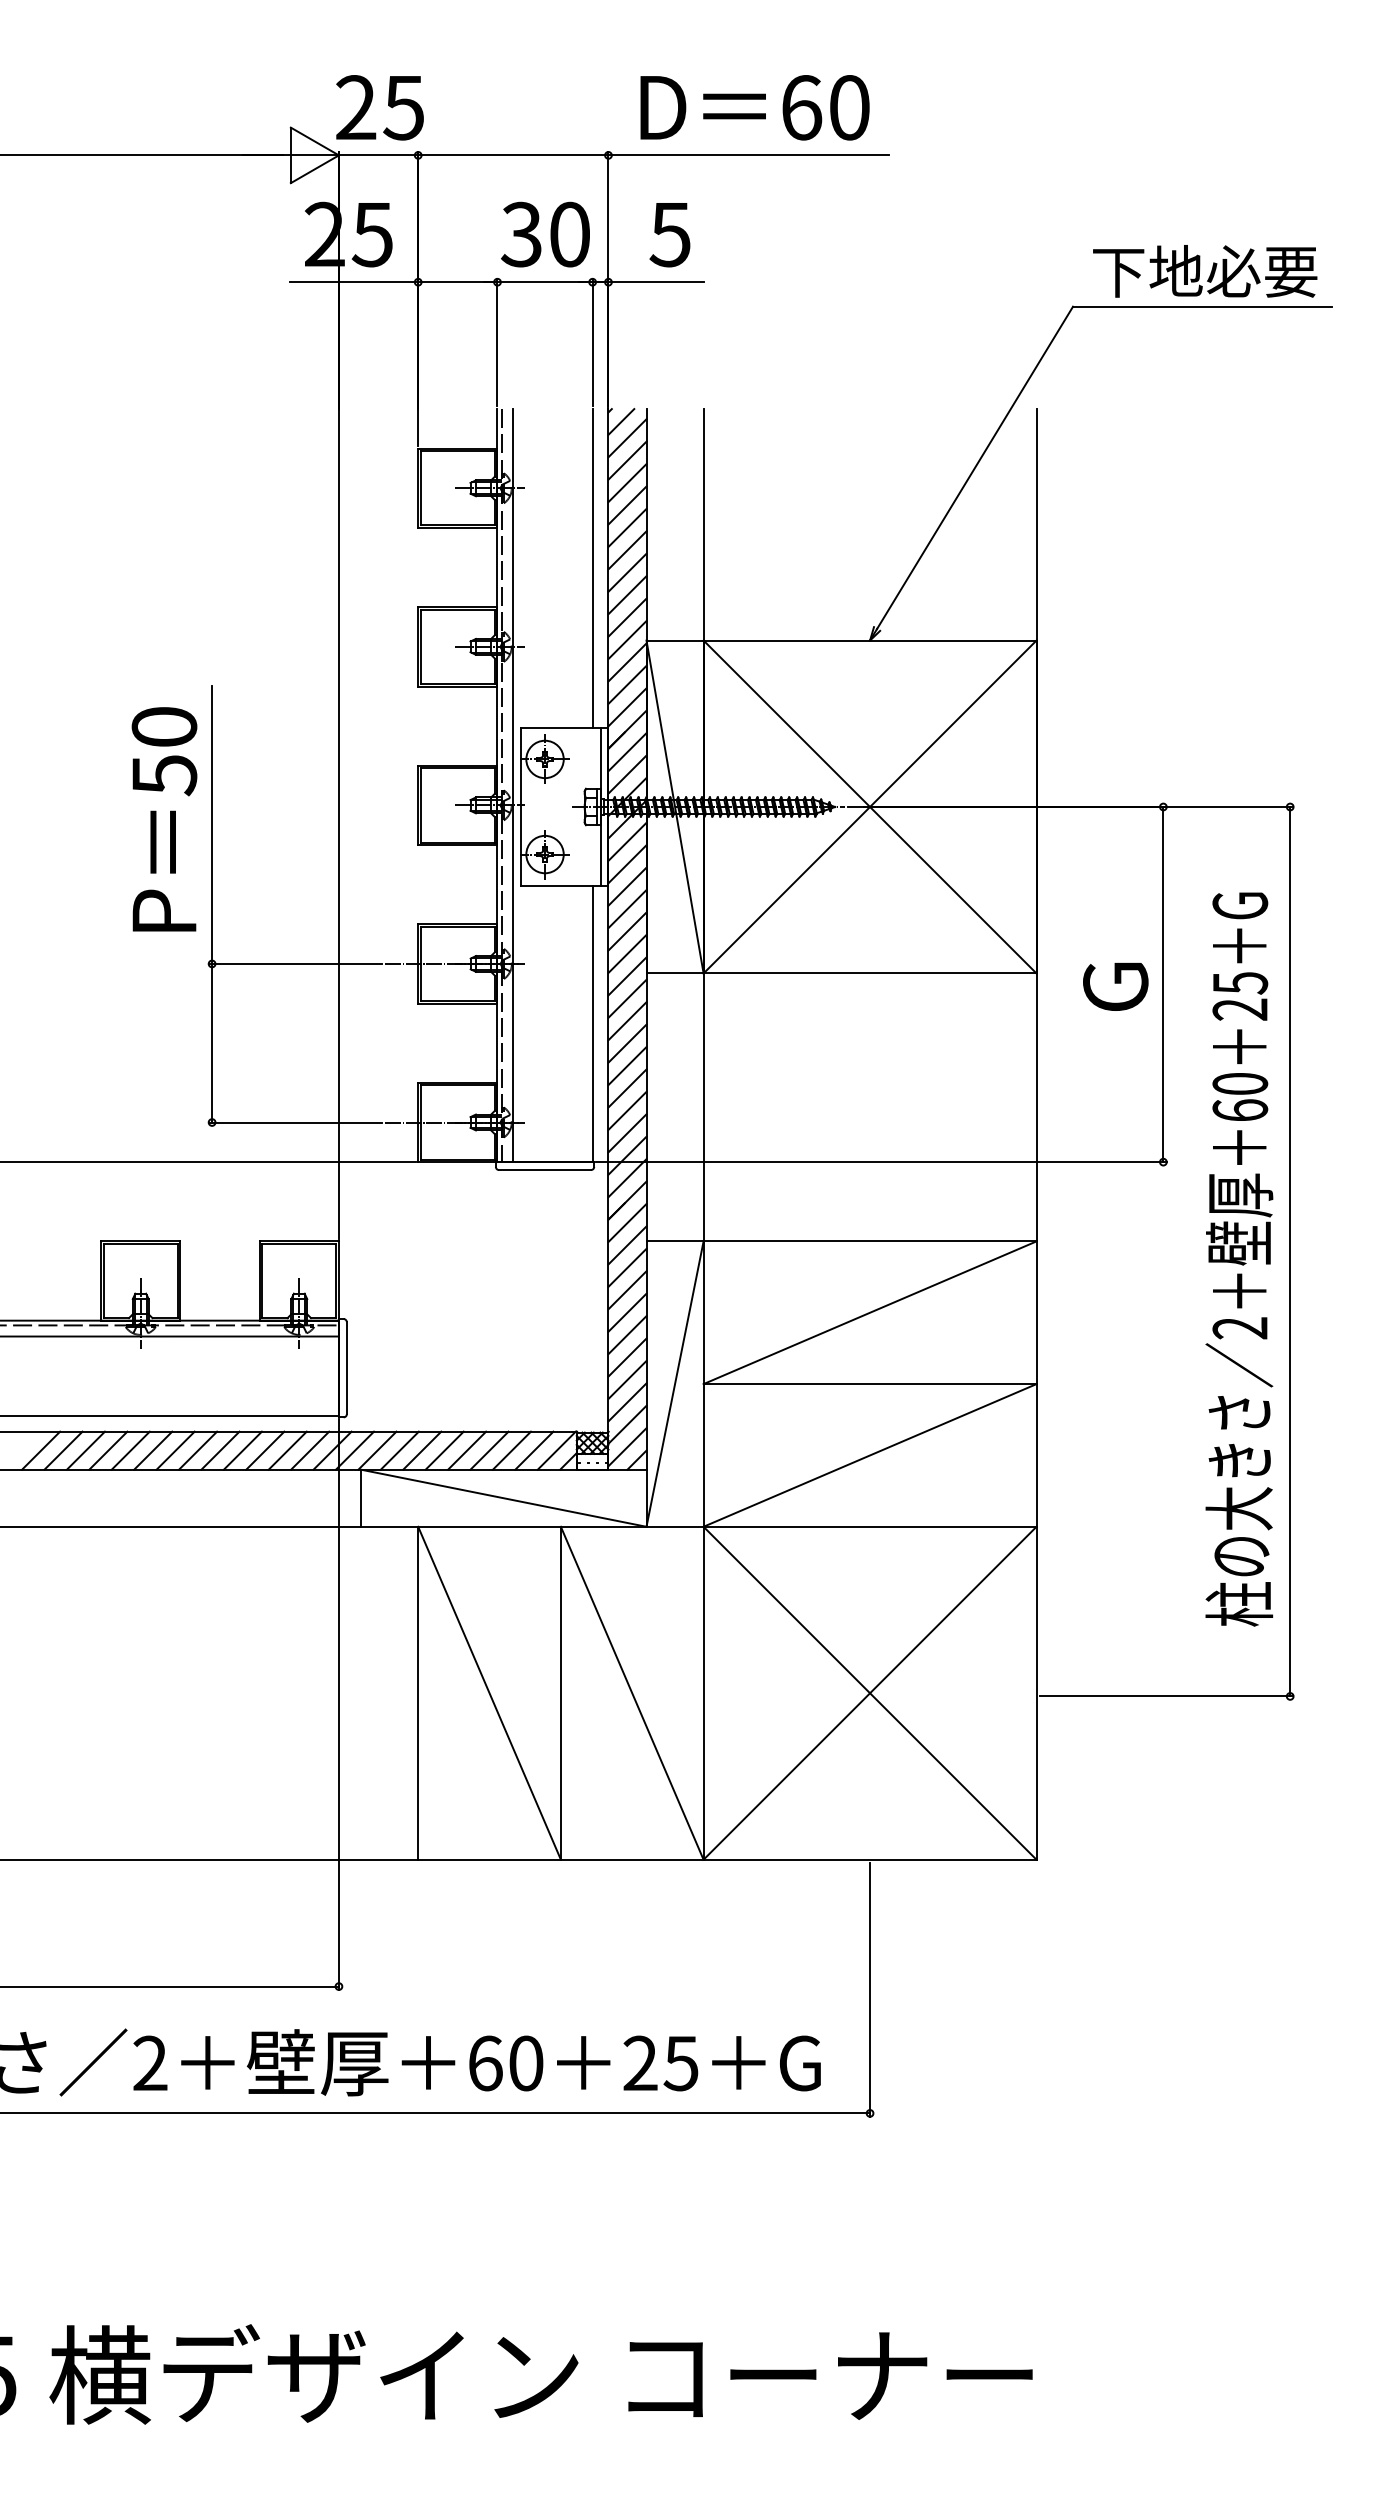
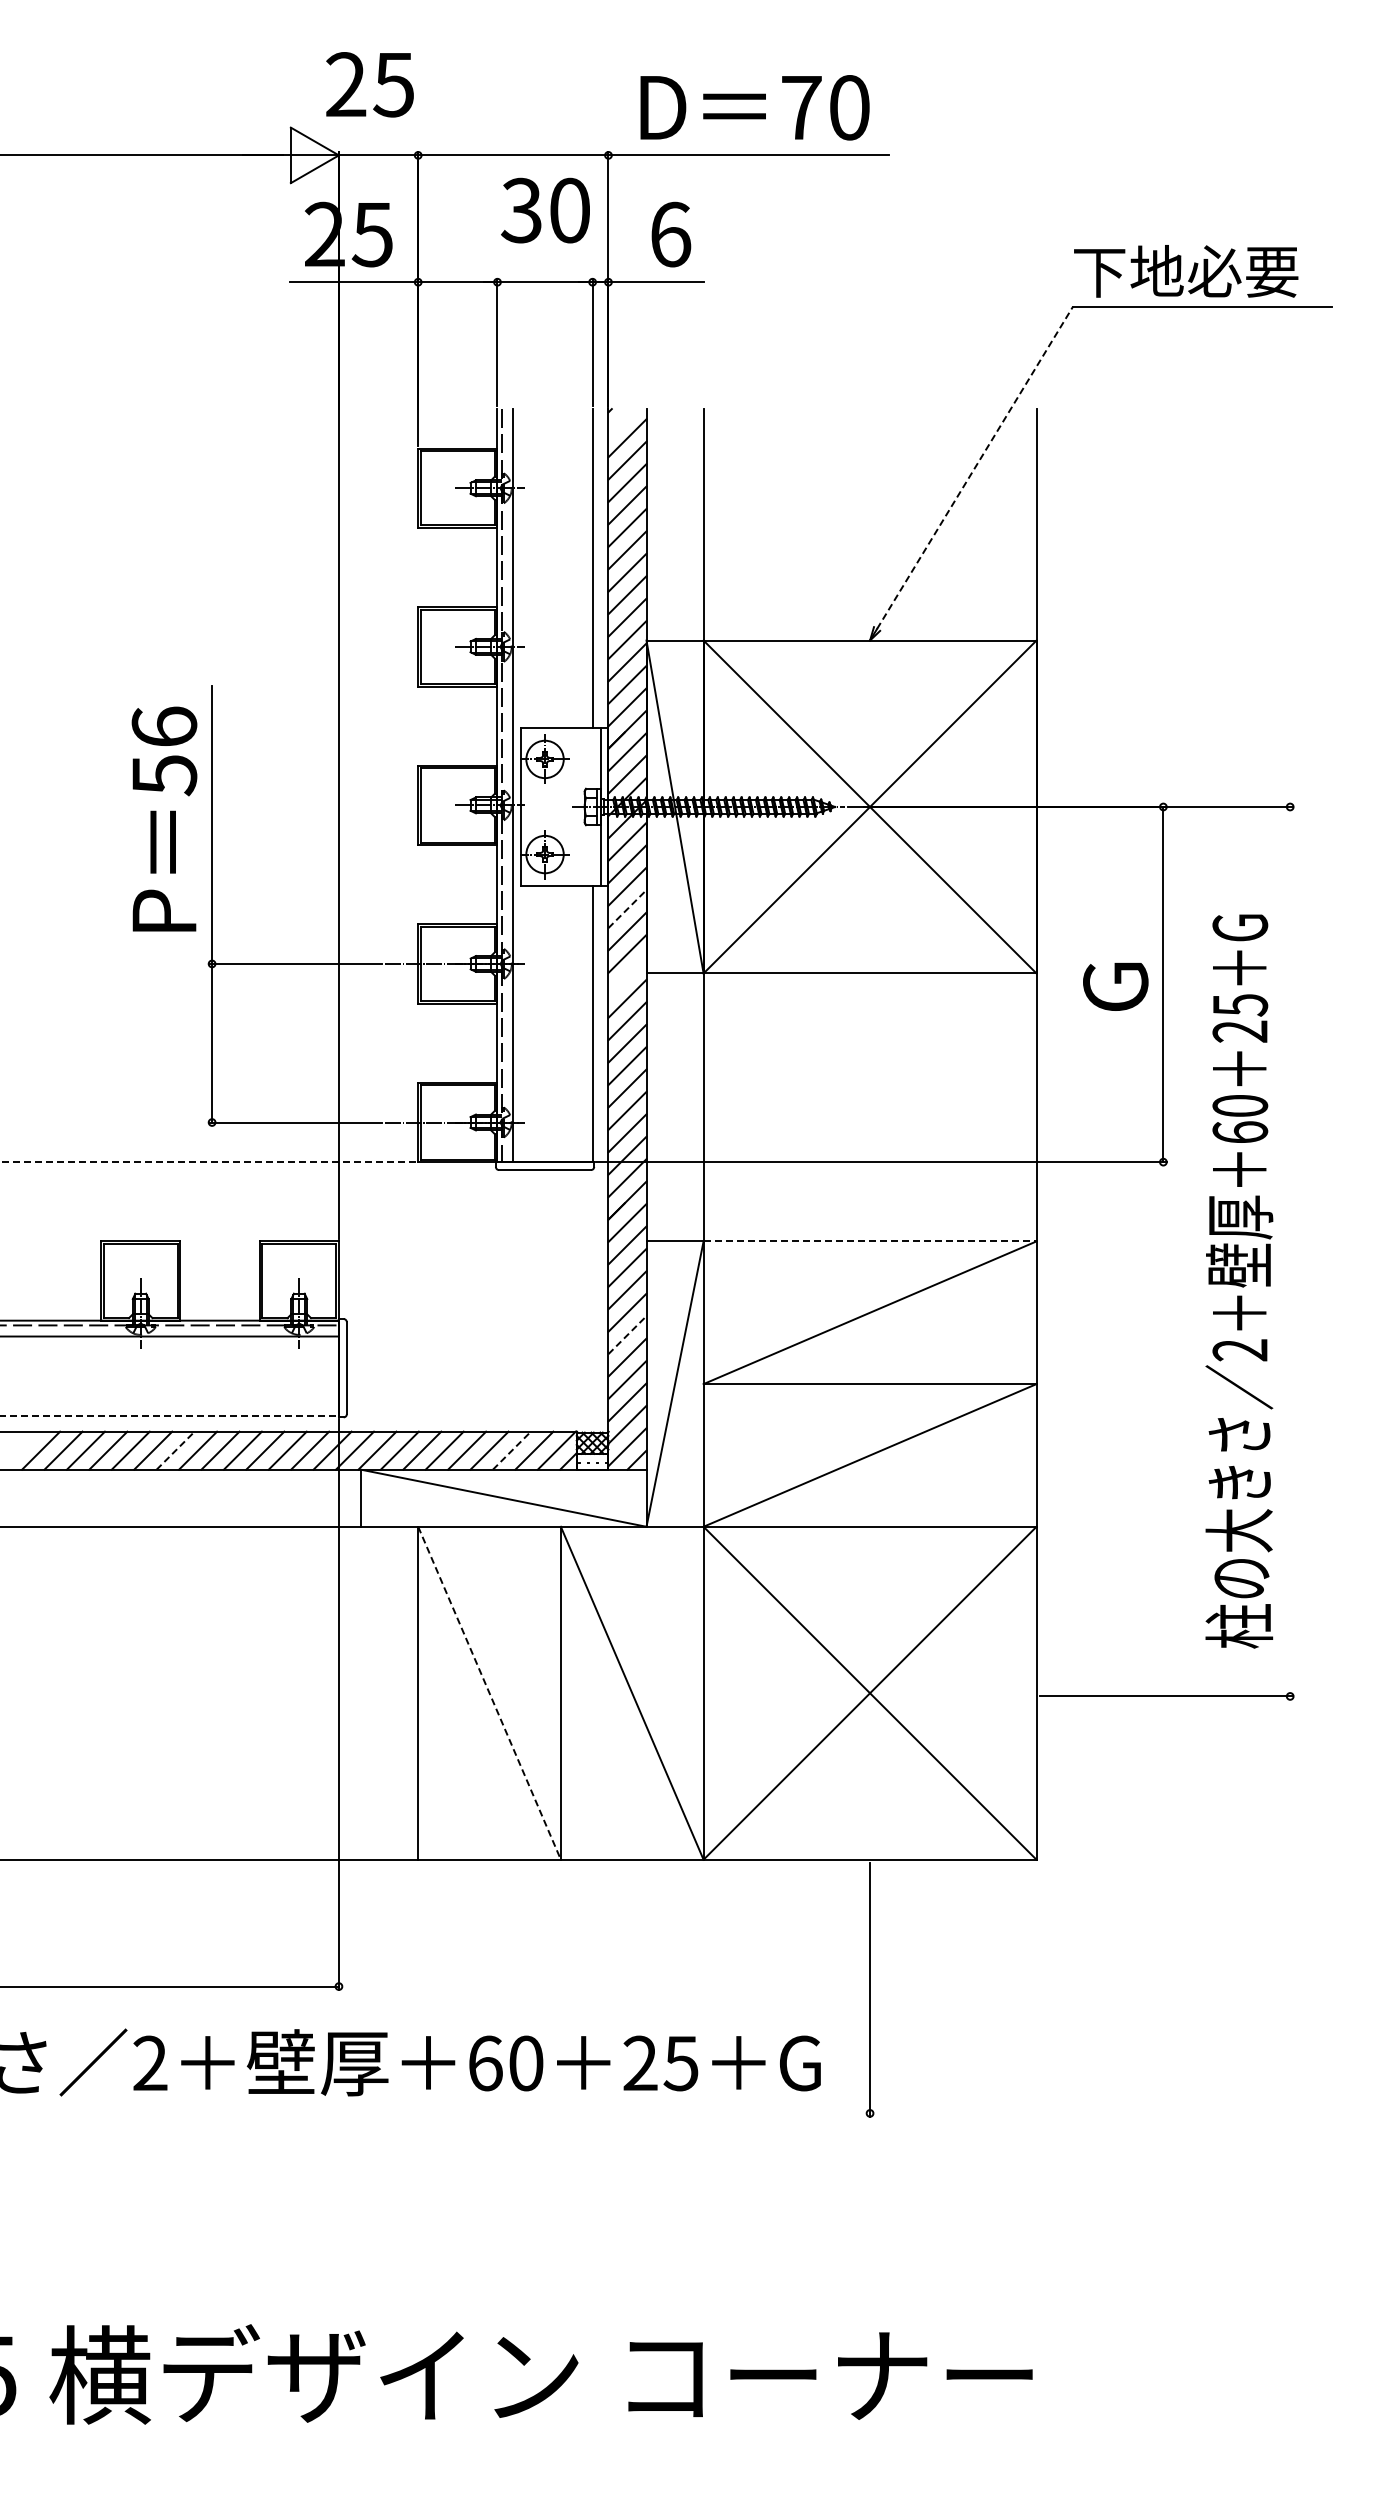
text at (379, 107) position: (379, 107) -> (369, 84)
text at (802, 107): 60 -> 70
text at (545, 234) position: (545, 234) -> (545, 210)
text at (670, 234): 5 -> 6
text at (1205, 271) position: (1205, 271) -> (1186, 271)
line at (621, 421): present -> none
line at (975, 467): solid -> dashed
text at (164, 726): 50 -> 56
line at (627, 909): solid -> dashed
line at (627, 976): present -> none
line at (208, 1162): solid -> dashed
line at (870, 1241): solid -> dashed
line at (1290, 1251): present -> none
text at (1239, 1259) position: (1239, 1259) -> (1239, 1281)
line at (627, 1335): solid -> dashed
line at (169, 1415): solid -> dashed
line at (175, 1450): solid -> dashed
line at (511, 1450): solid -> dashed
line at (489, 1693): solid -> dashed
line at (436, 2113): present -> none
